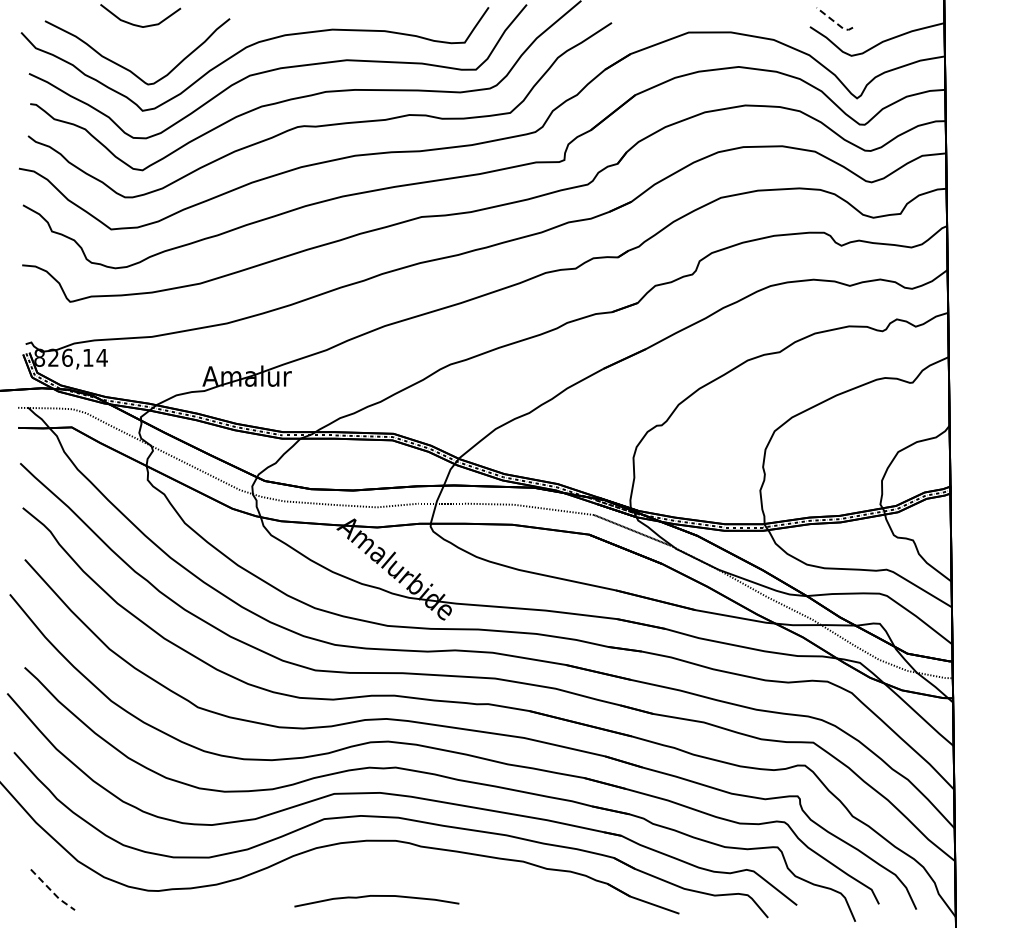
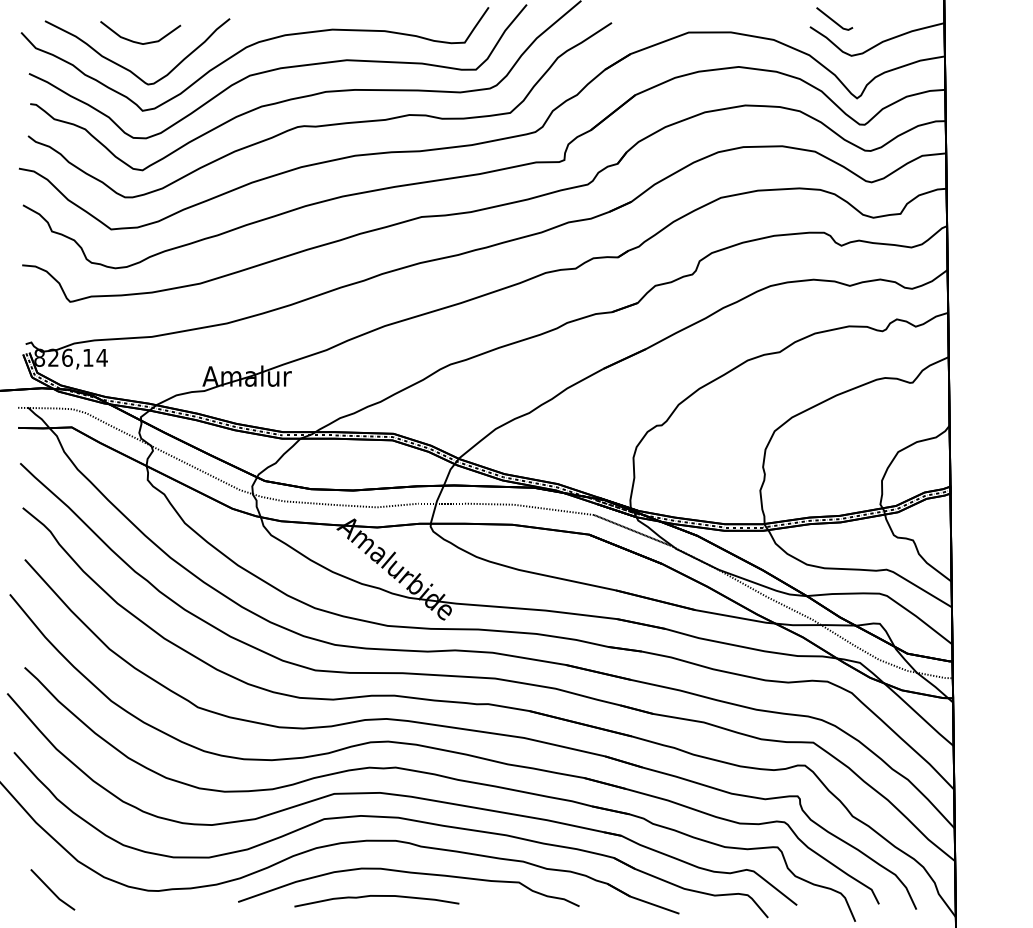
line at (835, 22): dashed -> solid
curve at (137, 24) position: (137, 24) -> (137, 41)
curve at (408, 873): none -> present
line at (52, 892): dashed -> solid
